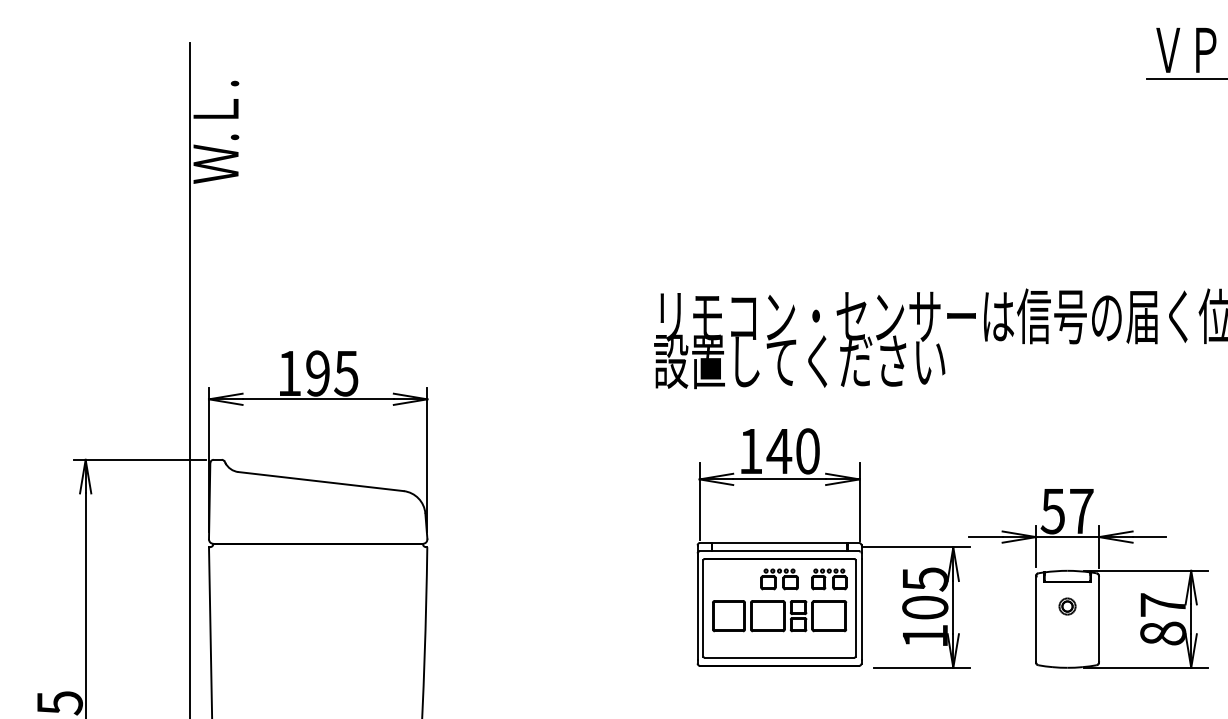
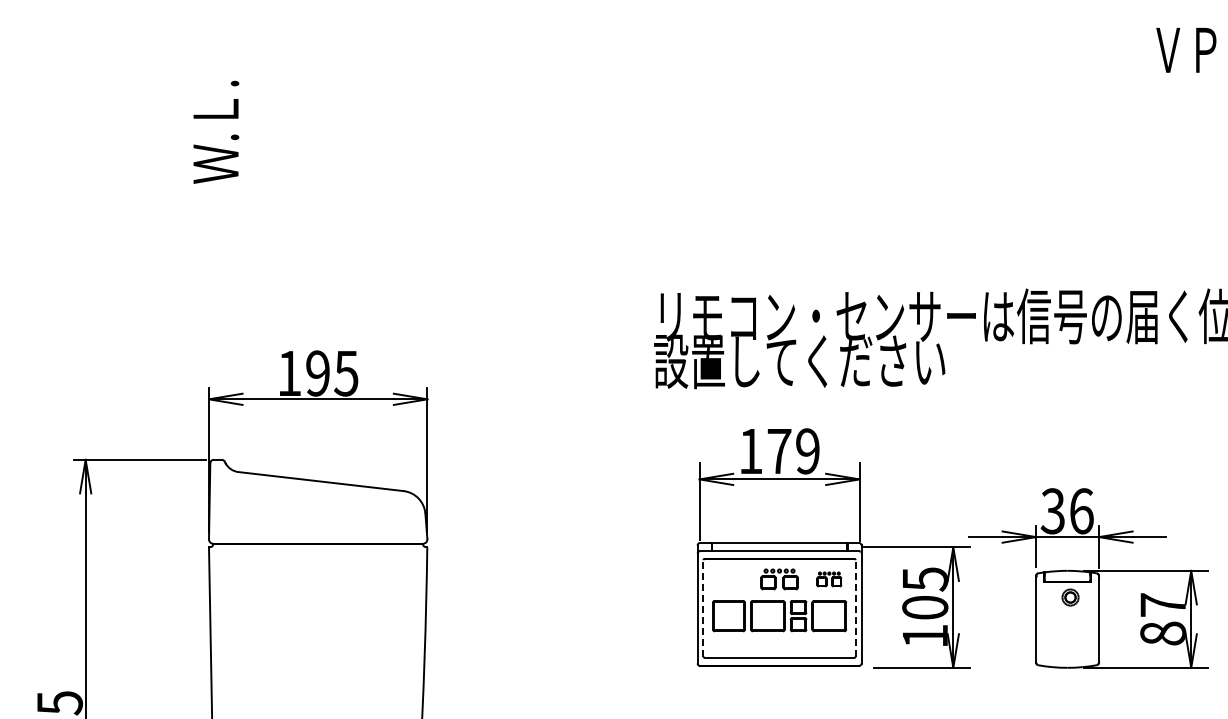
line at (1185, 78): present -> none
line at (190, 379): present -> none
text at (792, 451): 140 -> 179
text at (1066, 511): 57 -> 36
part at (829, 579) size: 37x23 px -> 27x17 px
part at (1067, 606) position: (1067, 606) -> (1070, 597)
line at (703, 607): solid -> dashed
line at (855, 607): solid -> dashed
